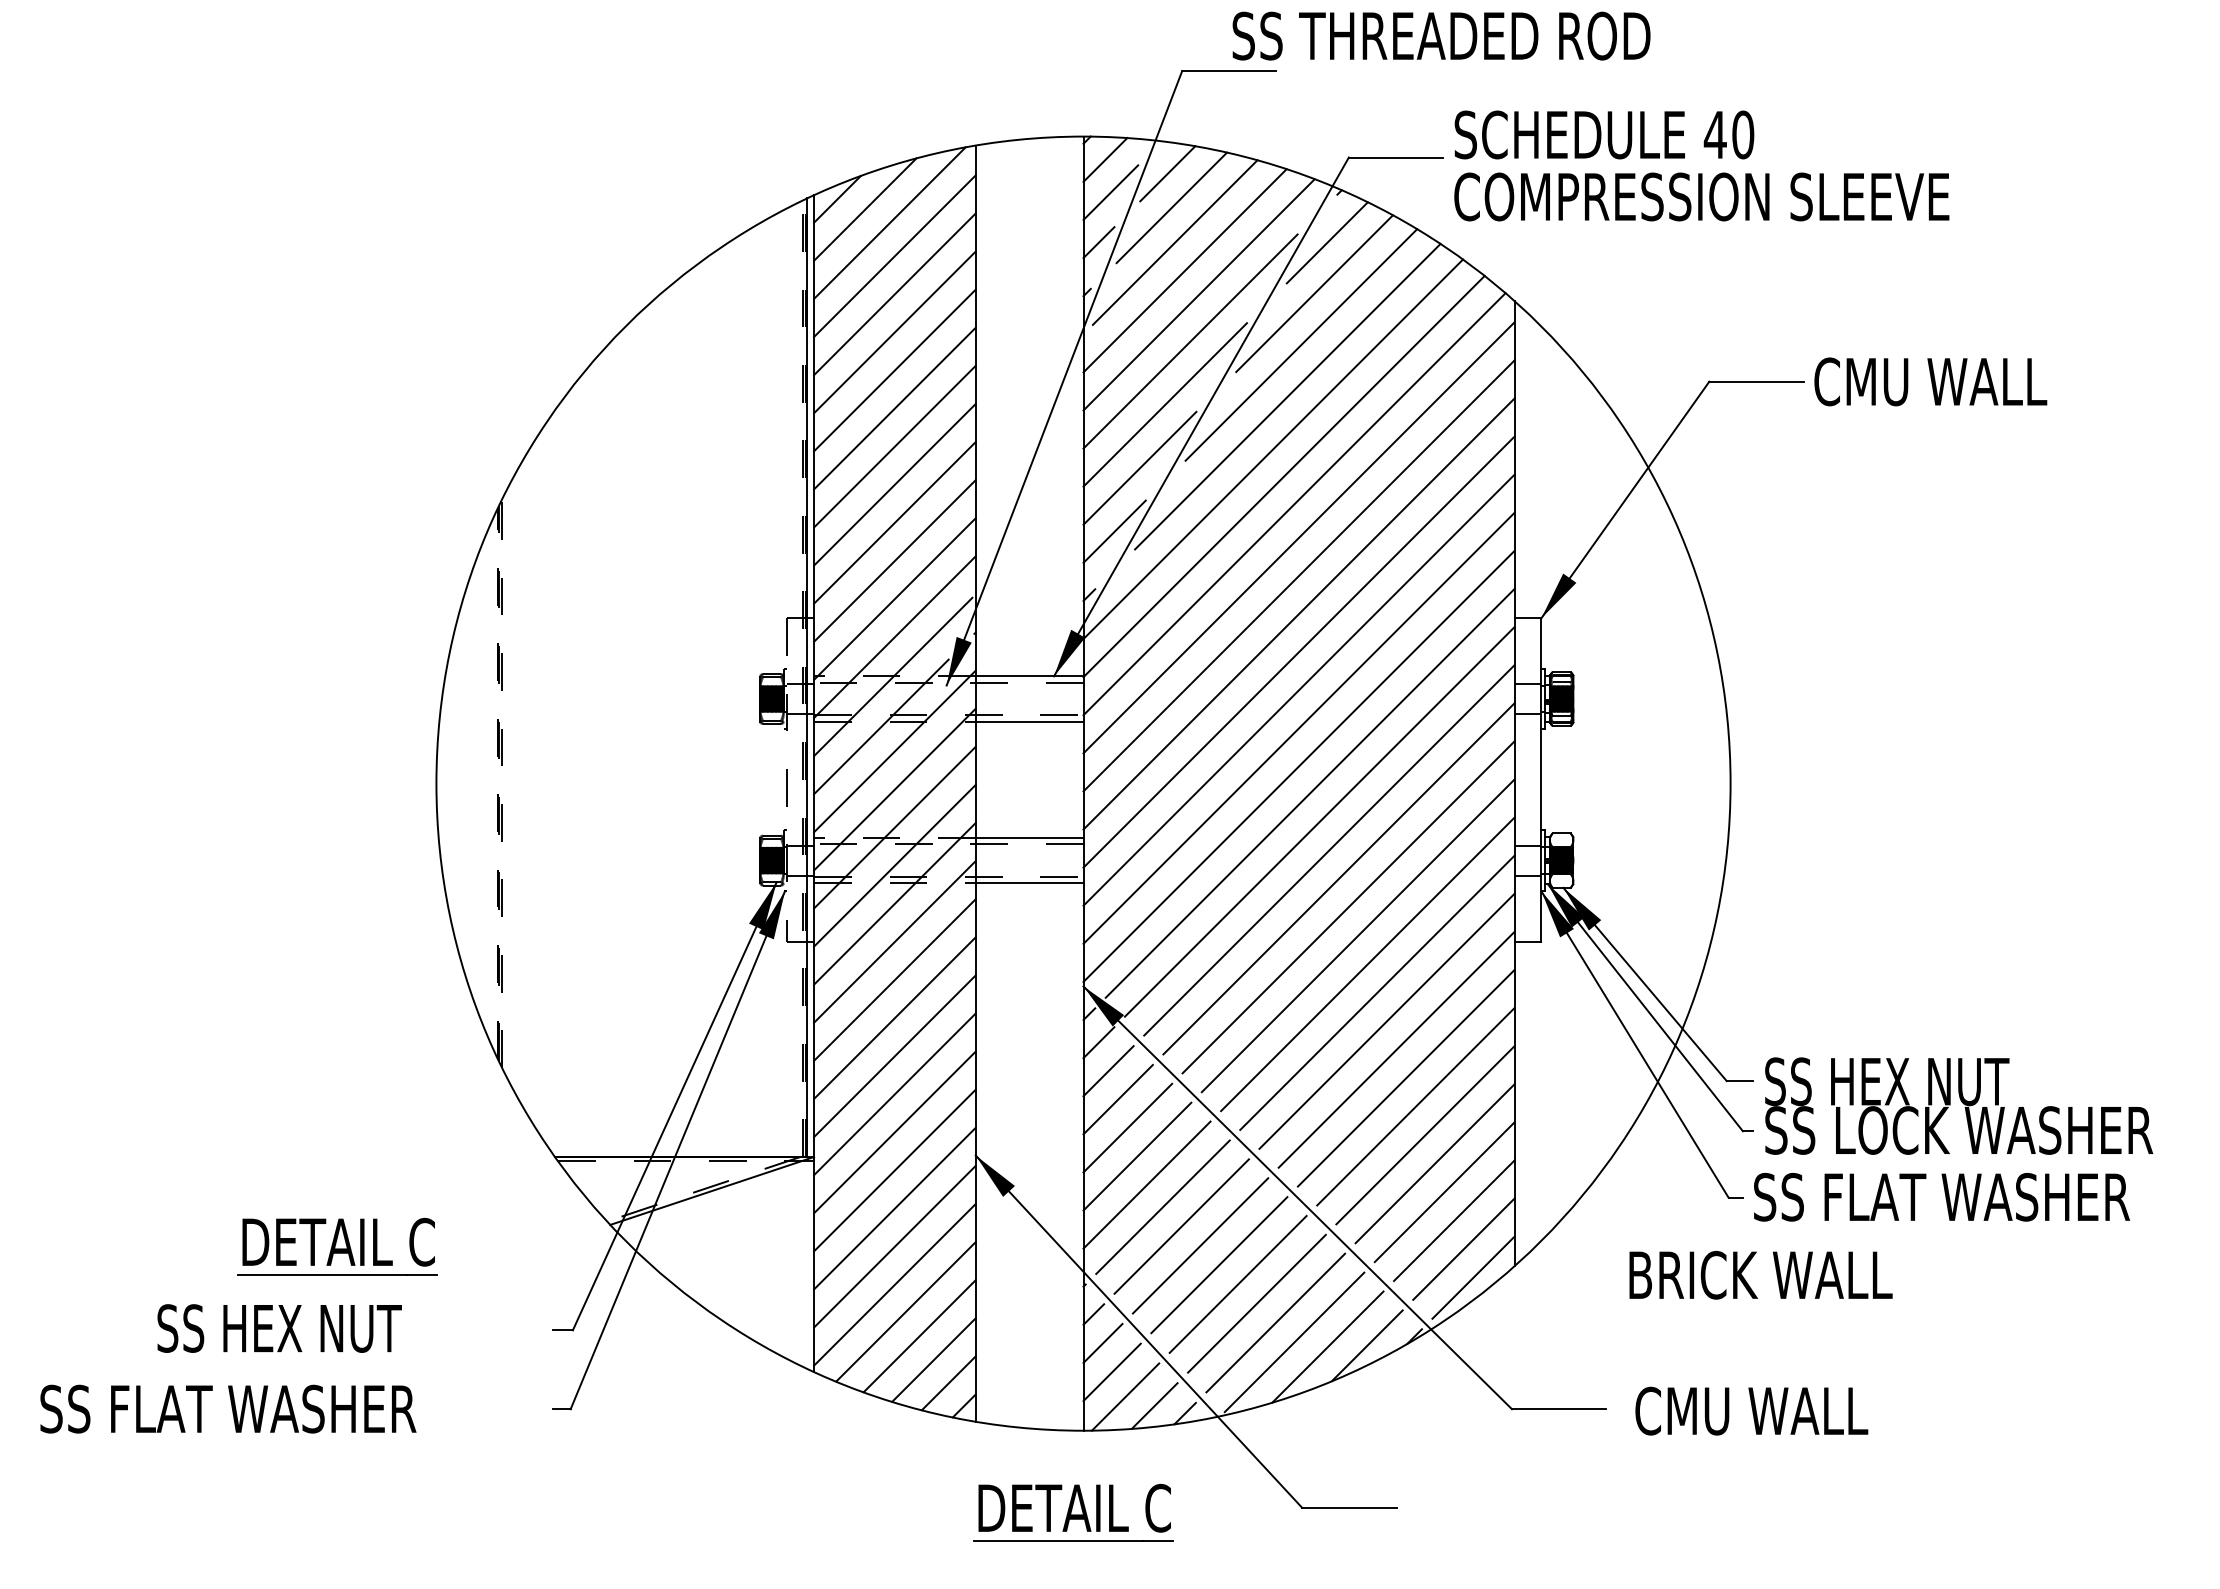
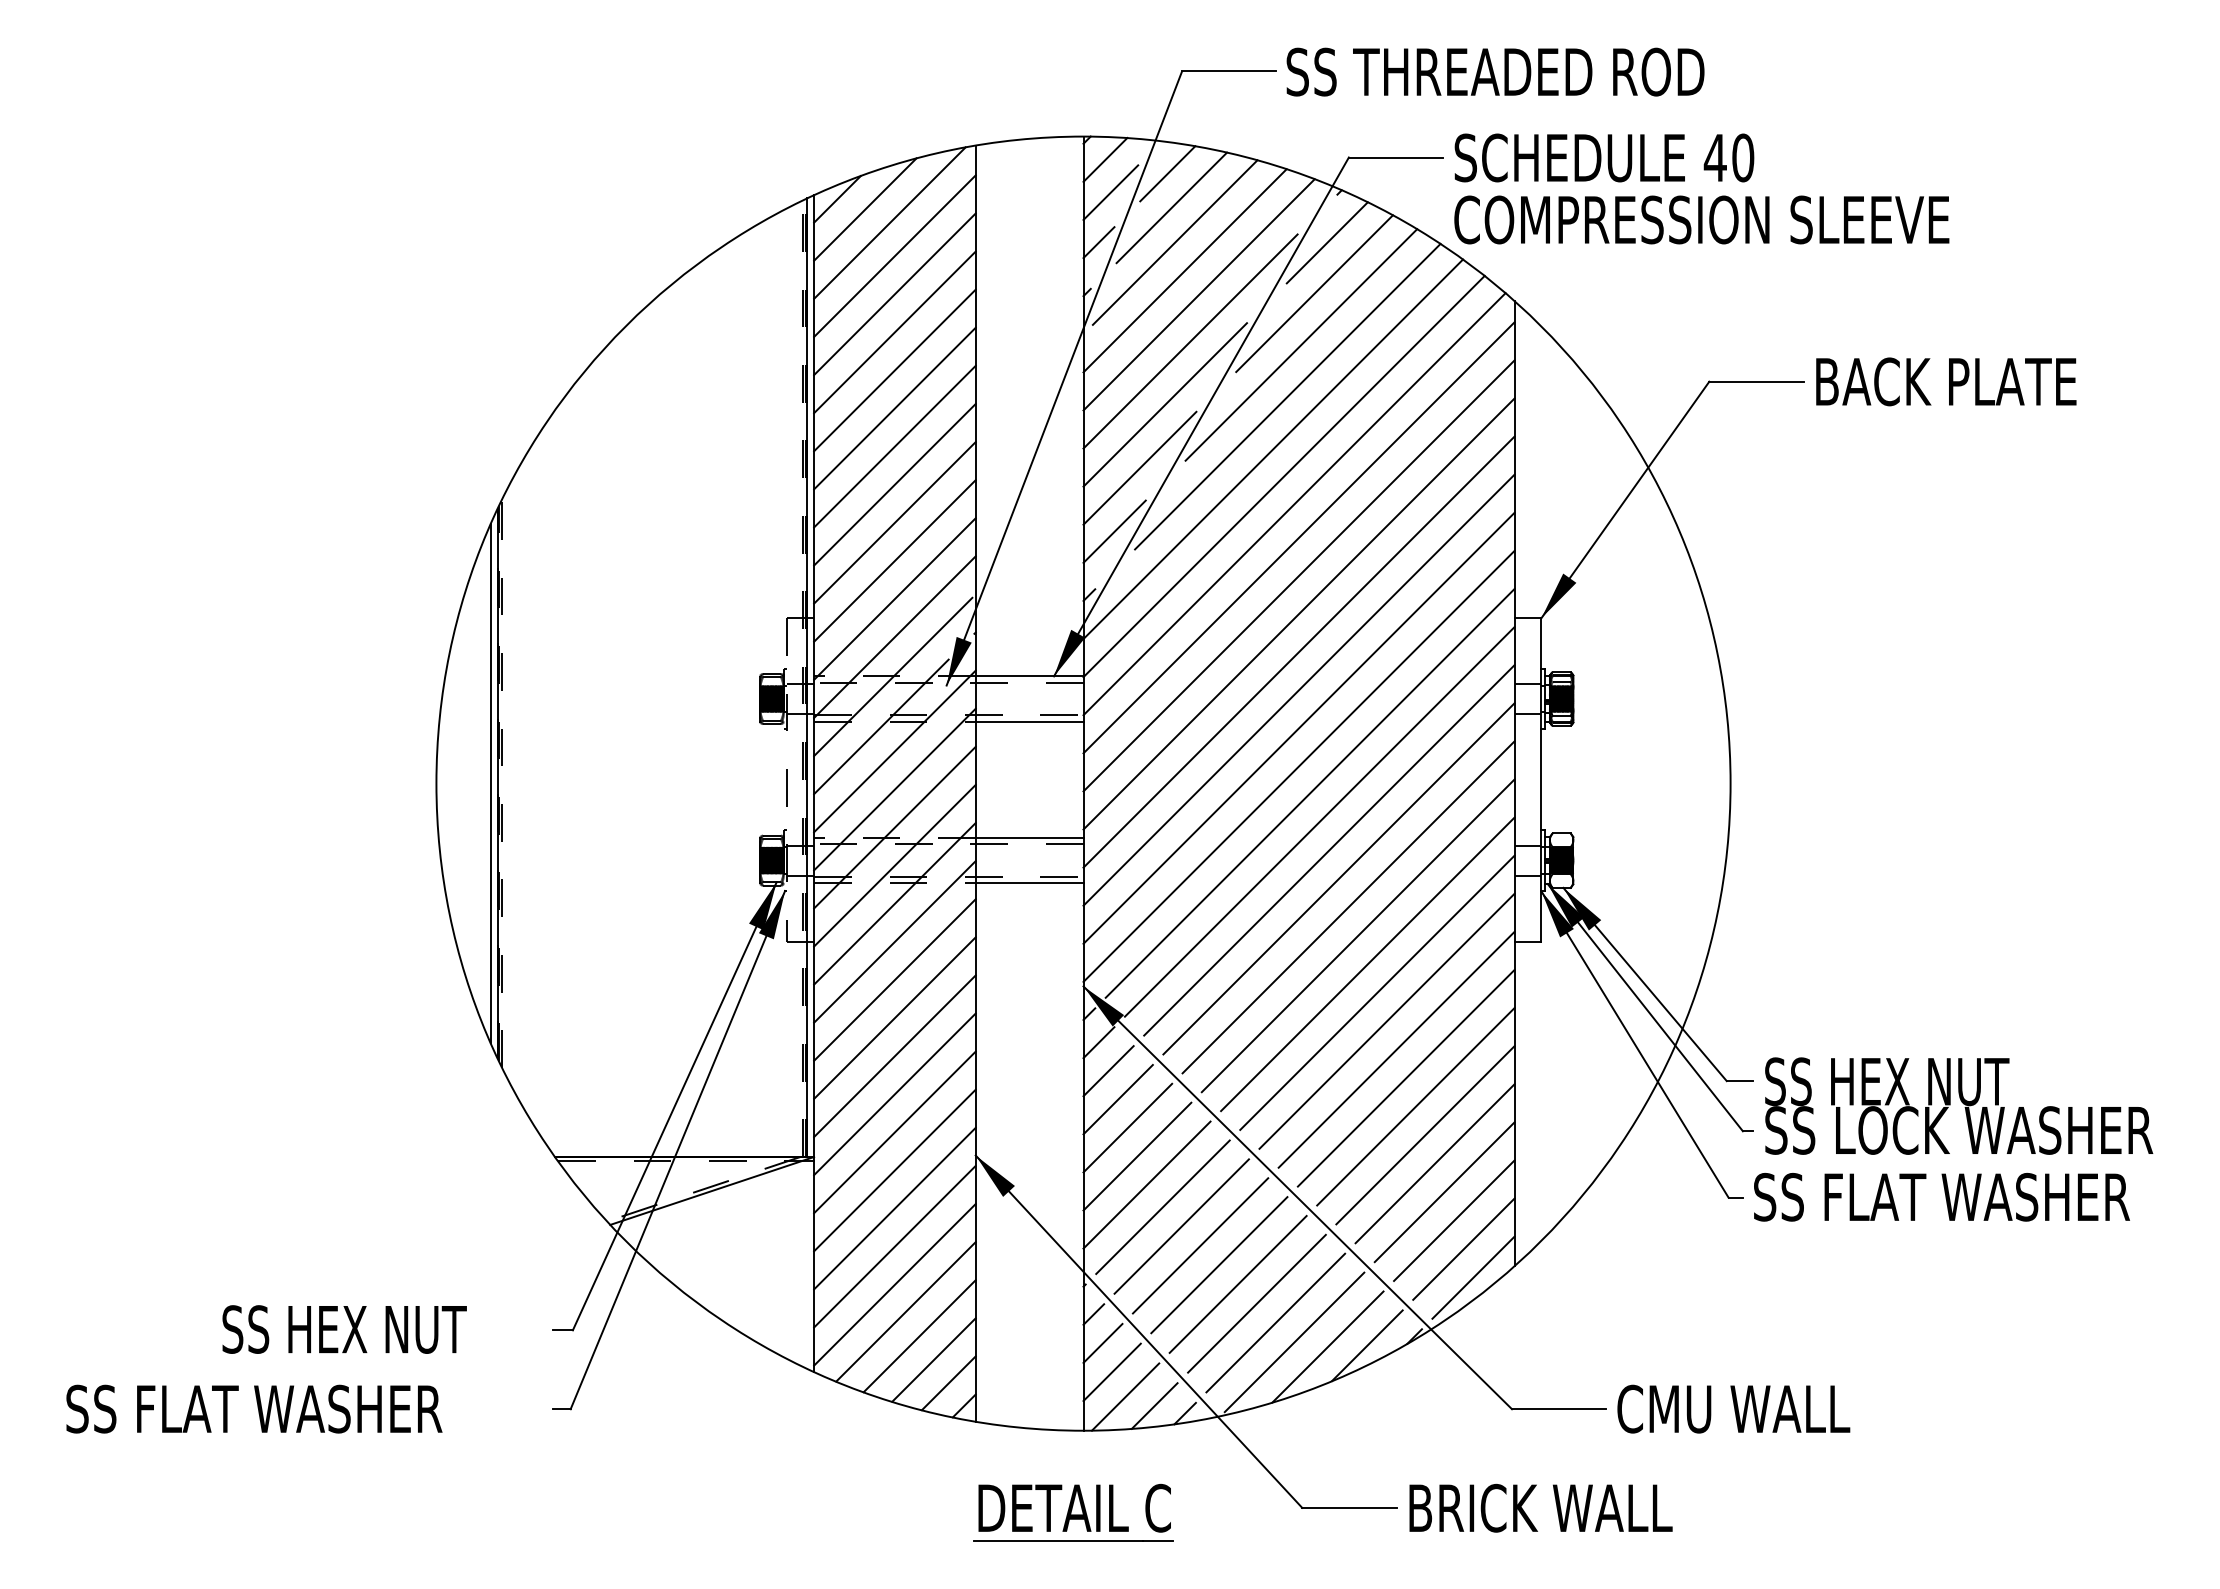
text at (1441, 35) position: (1441, 35) -> (1495, 71)
text at (1701, 165) position: (1701, 165) -> (1701, 188)
text at (1945, 381): CMU WALL -> BACK PLATE
line at (490, 783): none -> present
line at (497, 783): dashed -> solid
part at (337, 1246): present -> none
text at (1760, 1274) position: (1760, 1274) -> (1540, 1507)
text at (279, 1328) position: (279, 1328) -> (344, 1329)
text at (228, 1408) position: (228, 1408) -> (254, 1408)
text at (1751, 1410) position: (1751, 1410) -> (1733, 1408)
